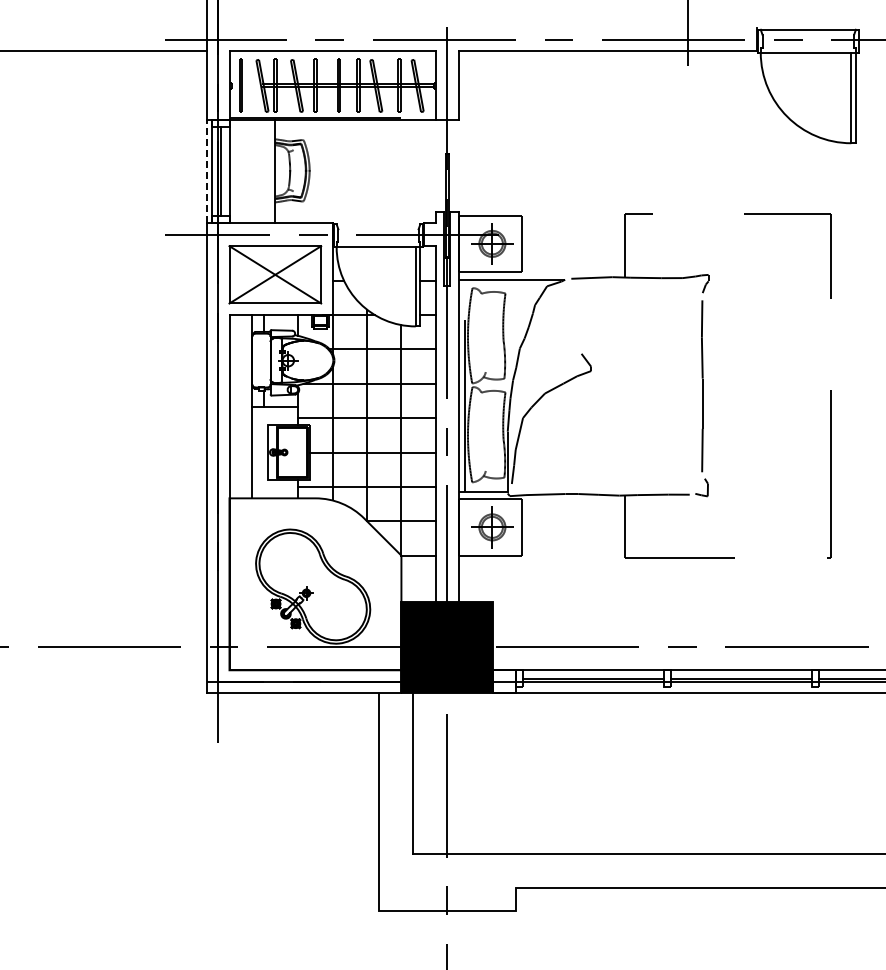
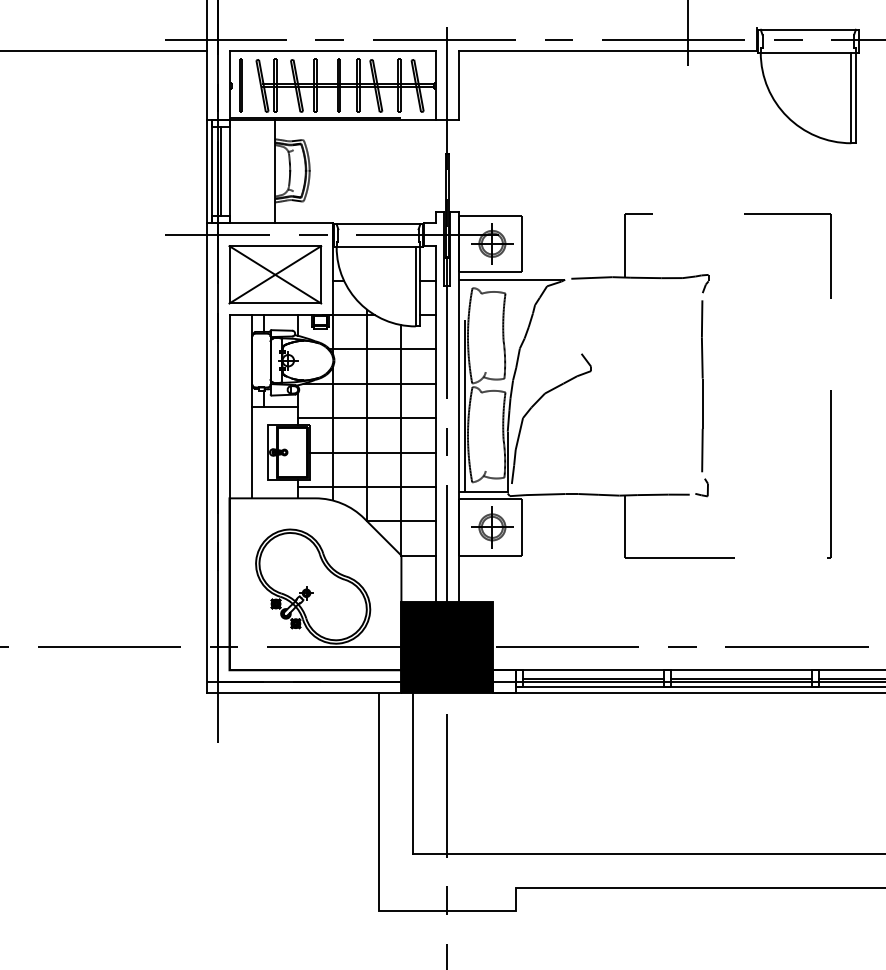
line at (206, 171): dashed -> solid
line at (378, 224): none -> present
line at (699, 687): none -> present
